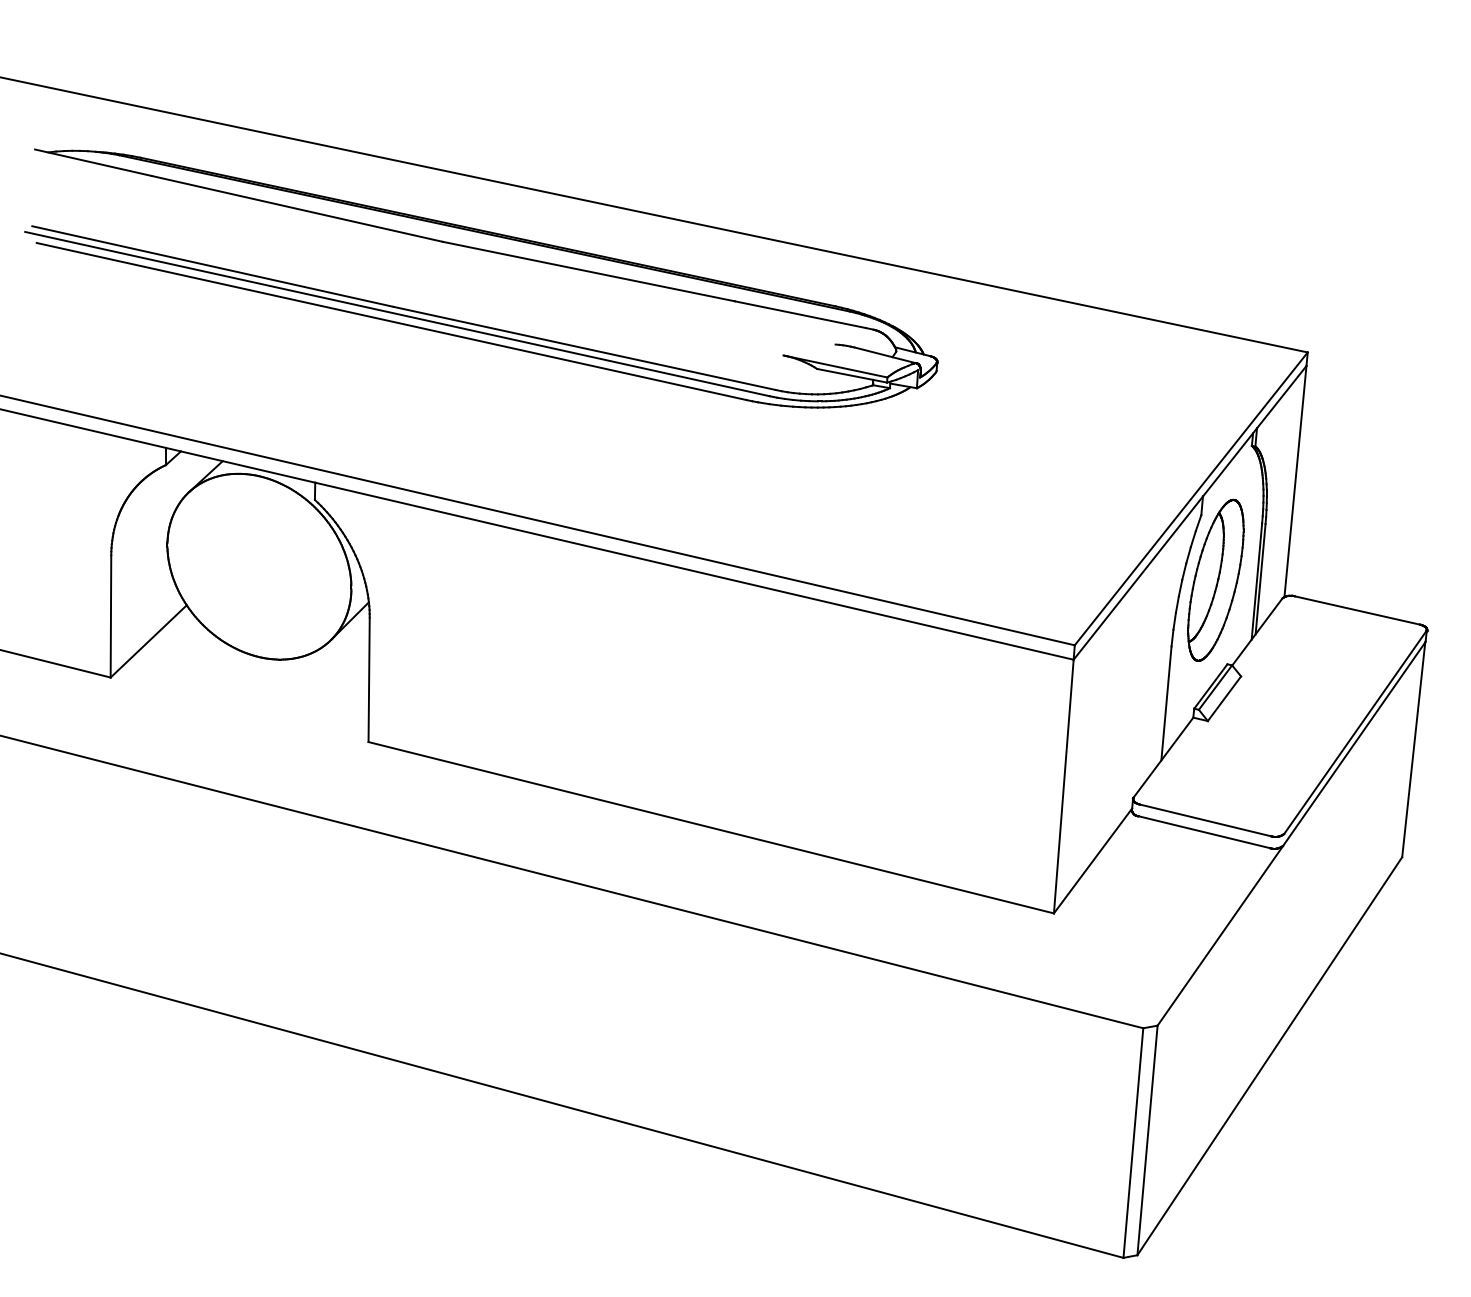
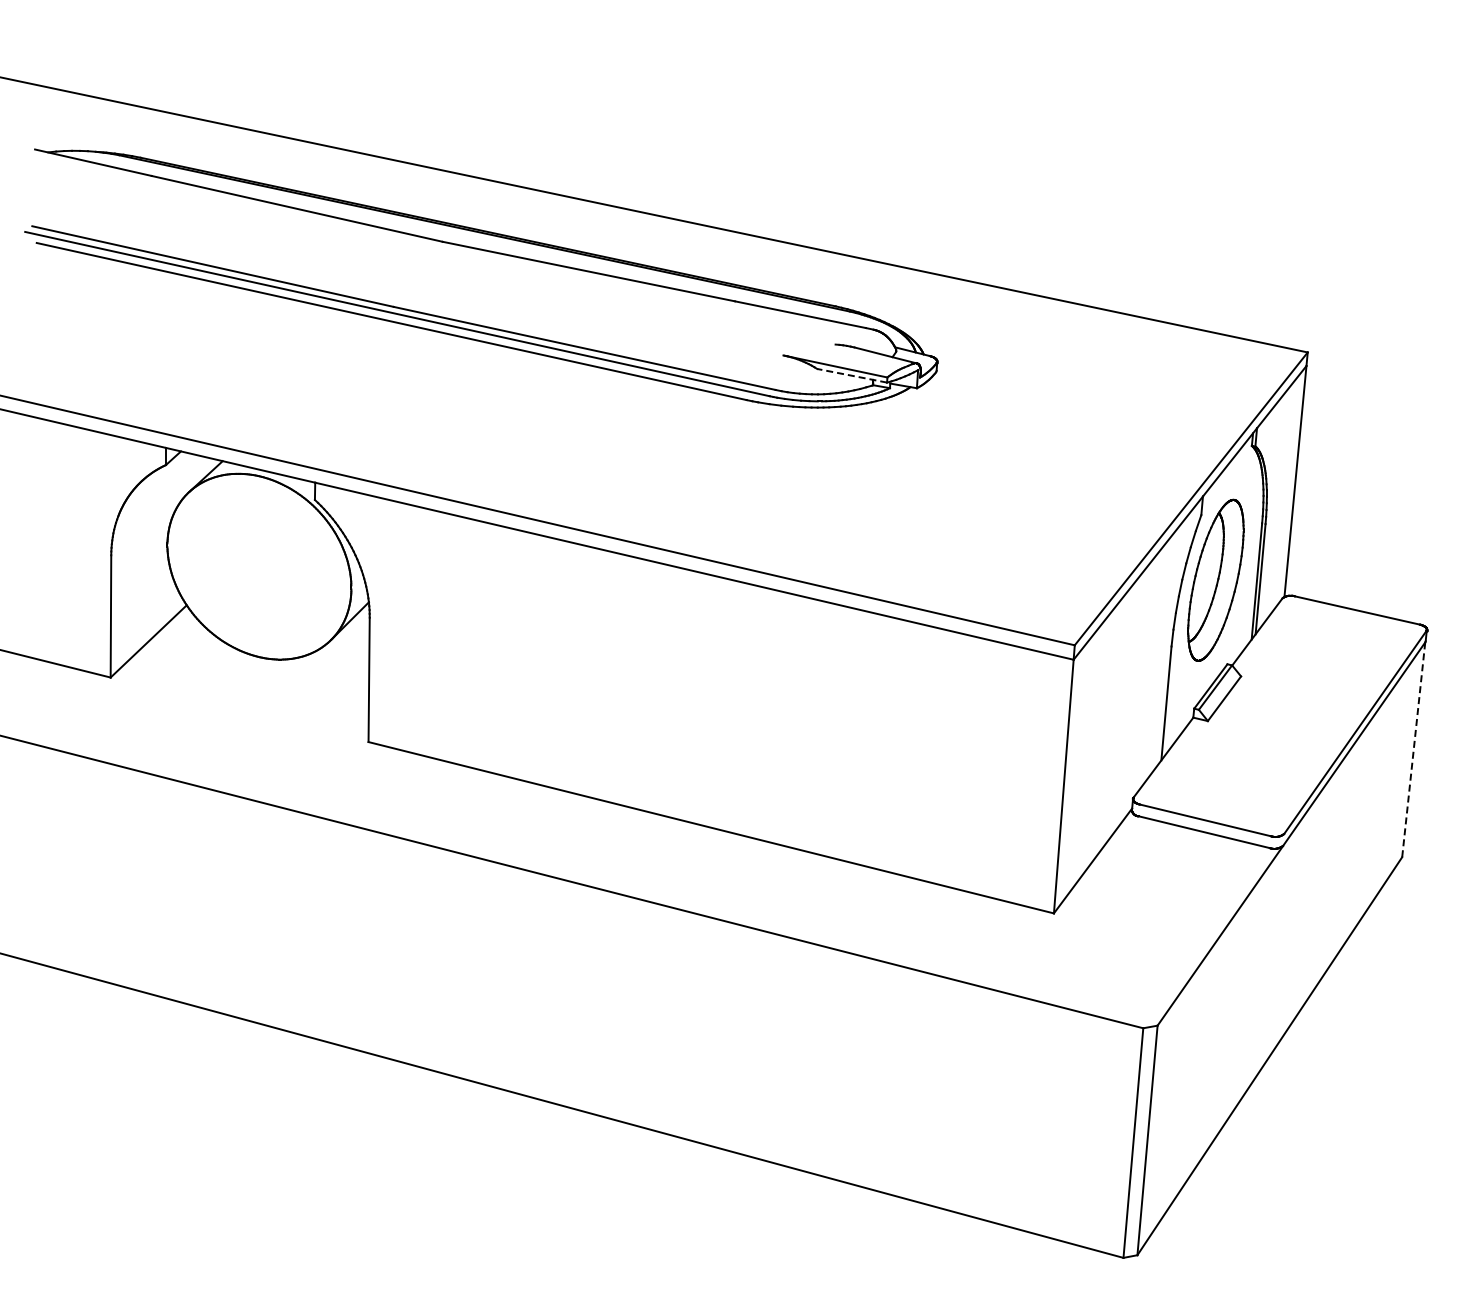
line at (852, 375): solid -> dashed
line at (1413, 749): solid -> dashed
